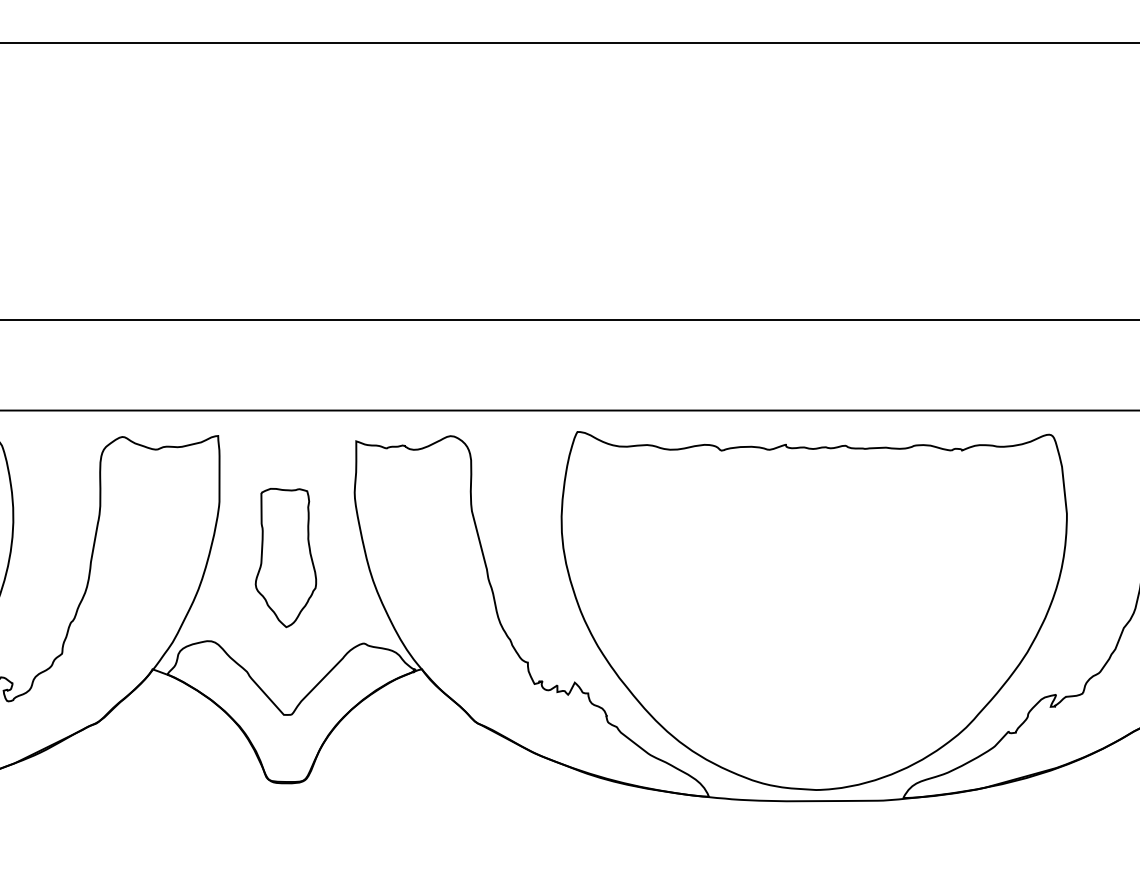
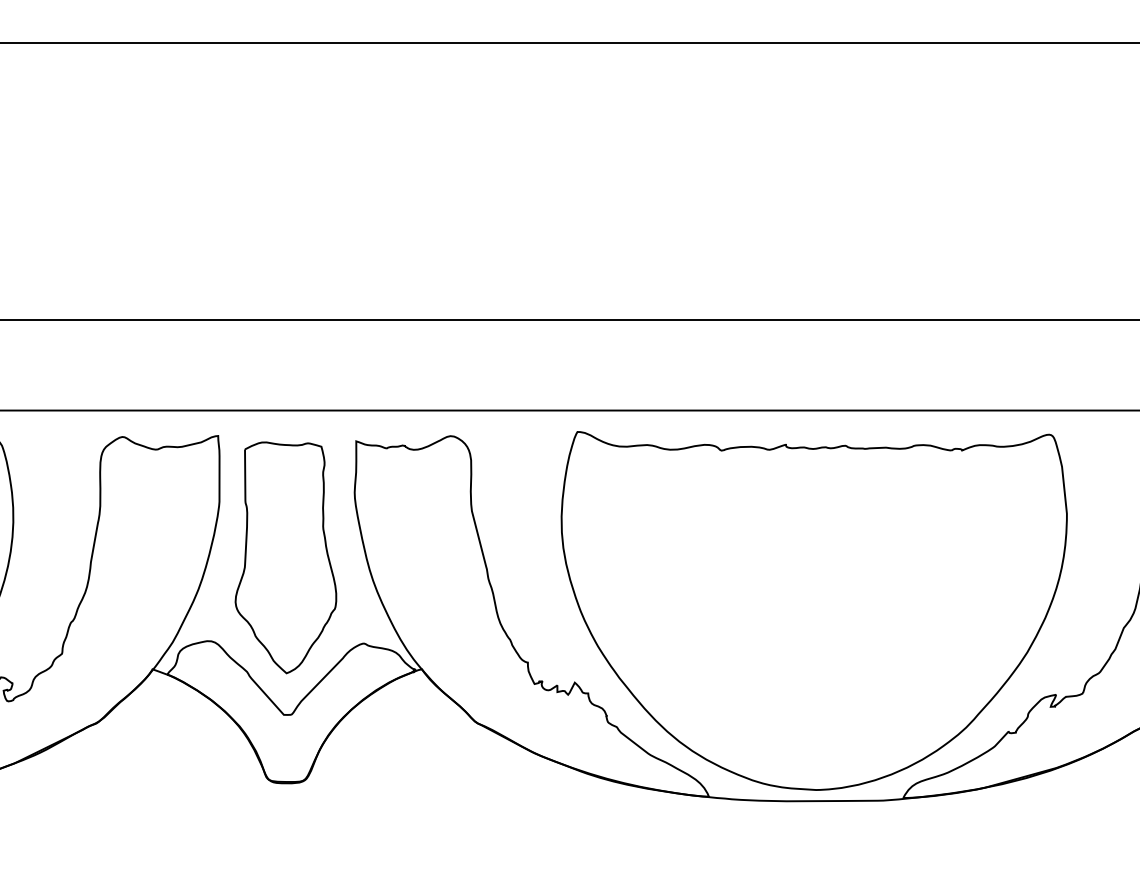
part at (285, 558) size: 64x141 px -> 104x234 px
